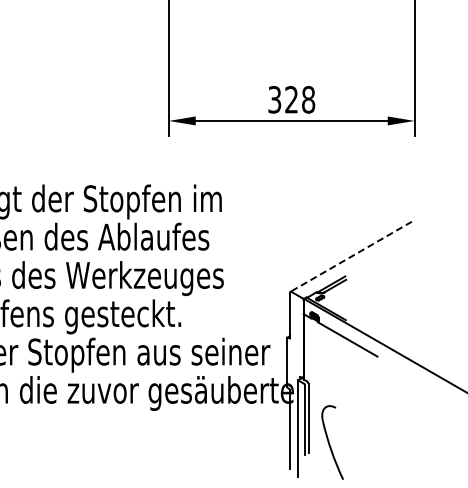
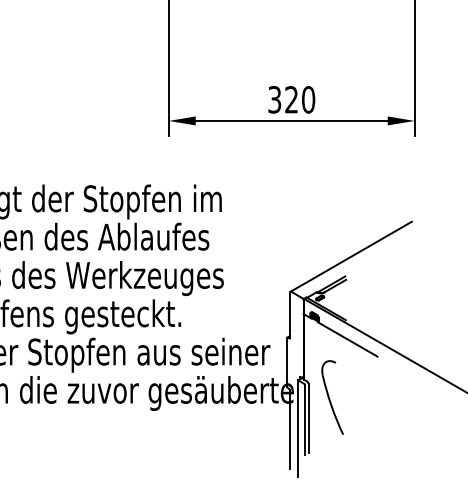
text at (308, 99): 328 -> 320
line at (350, 257): dashed -> solid
part at (332, 442) position: (332, 442) -> (332, 397)
